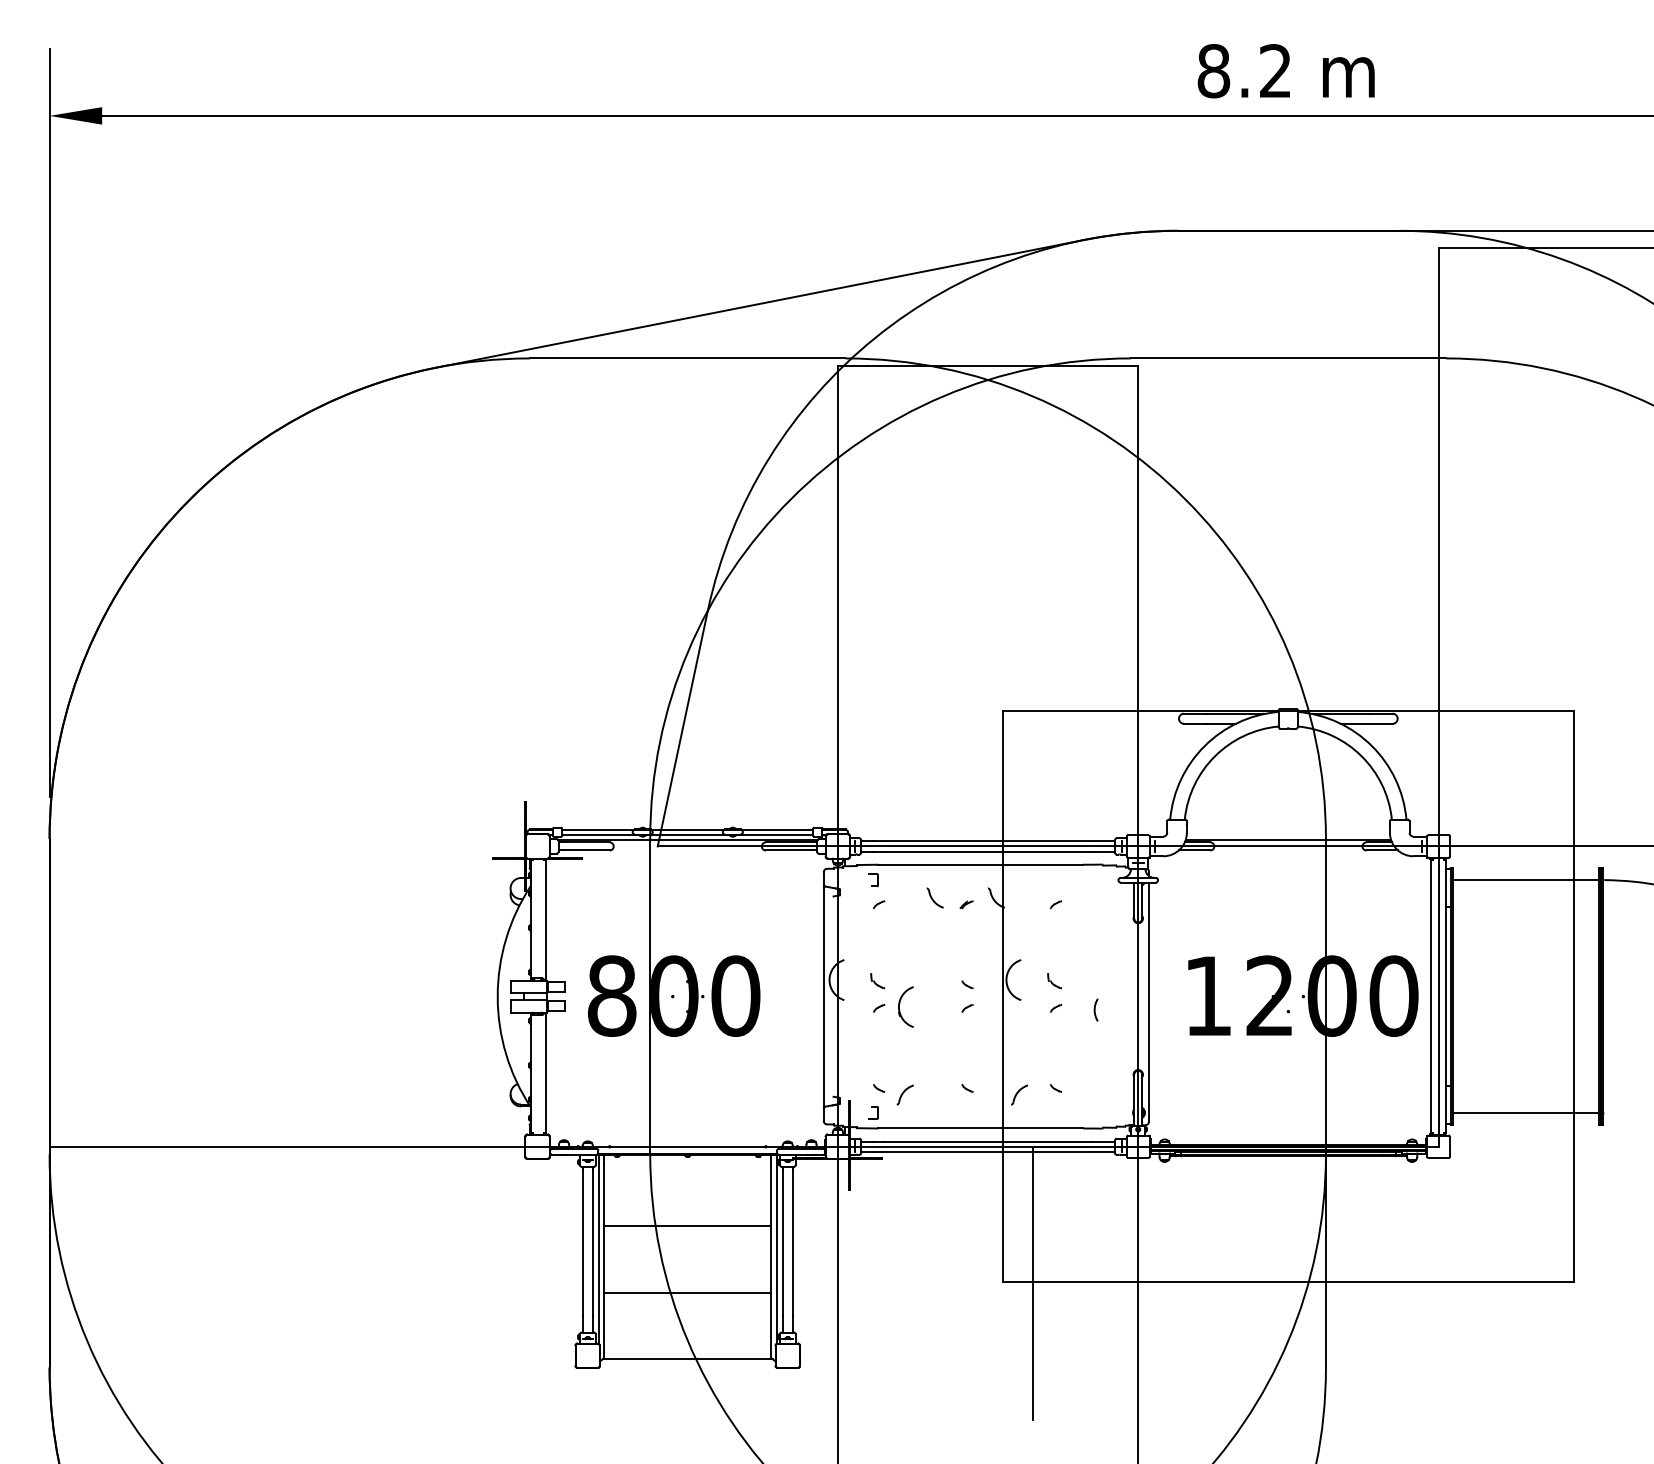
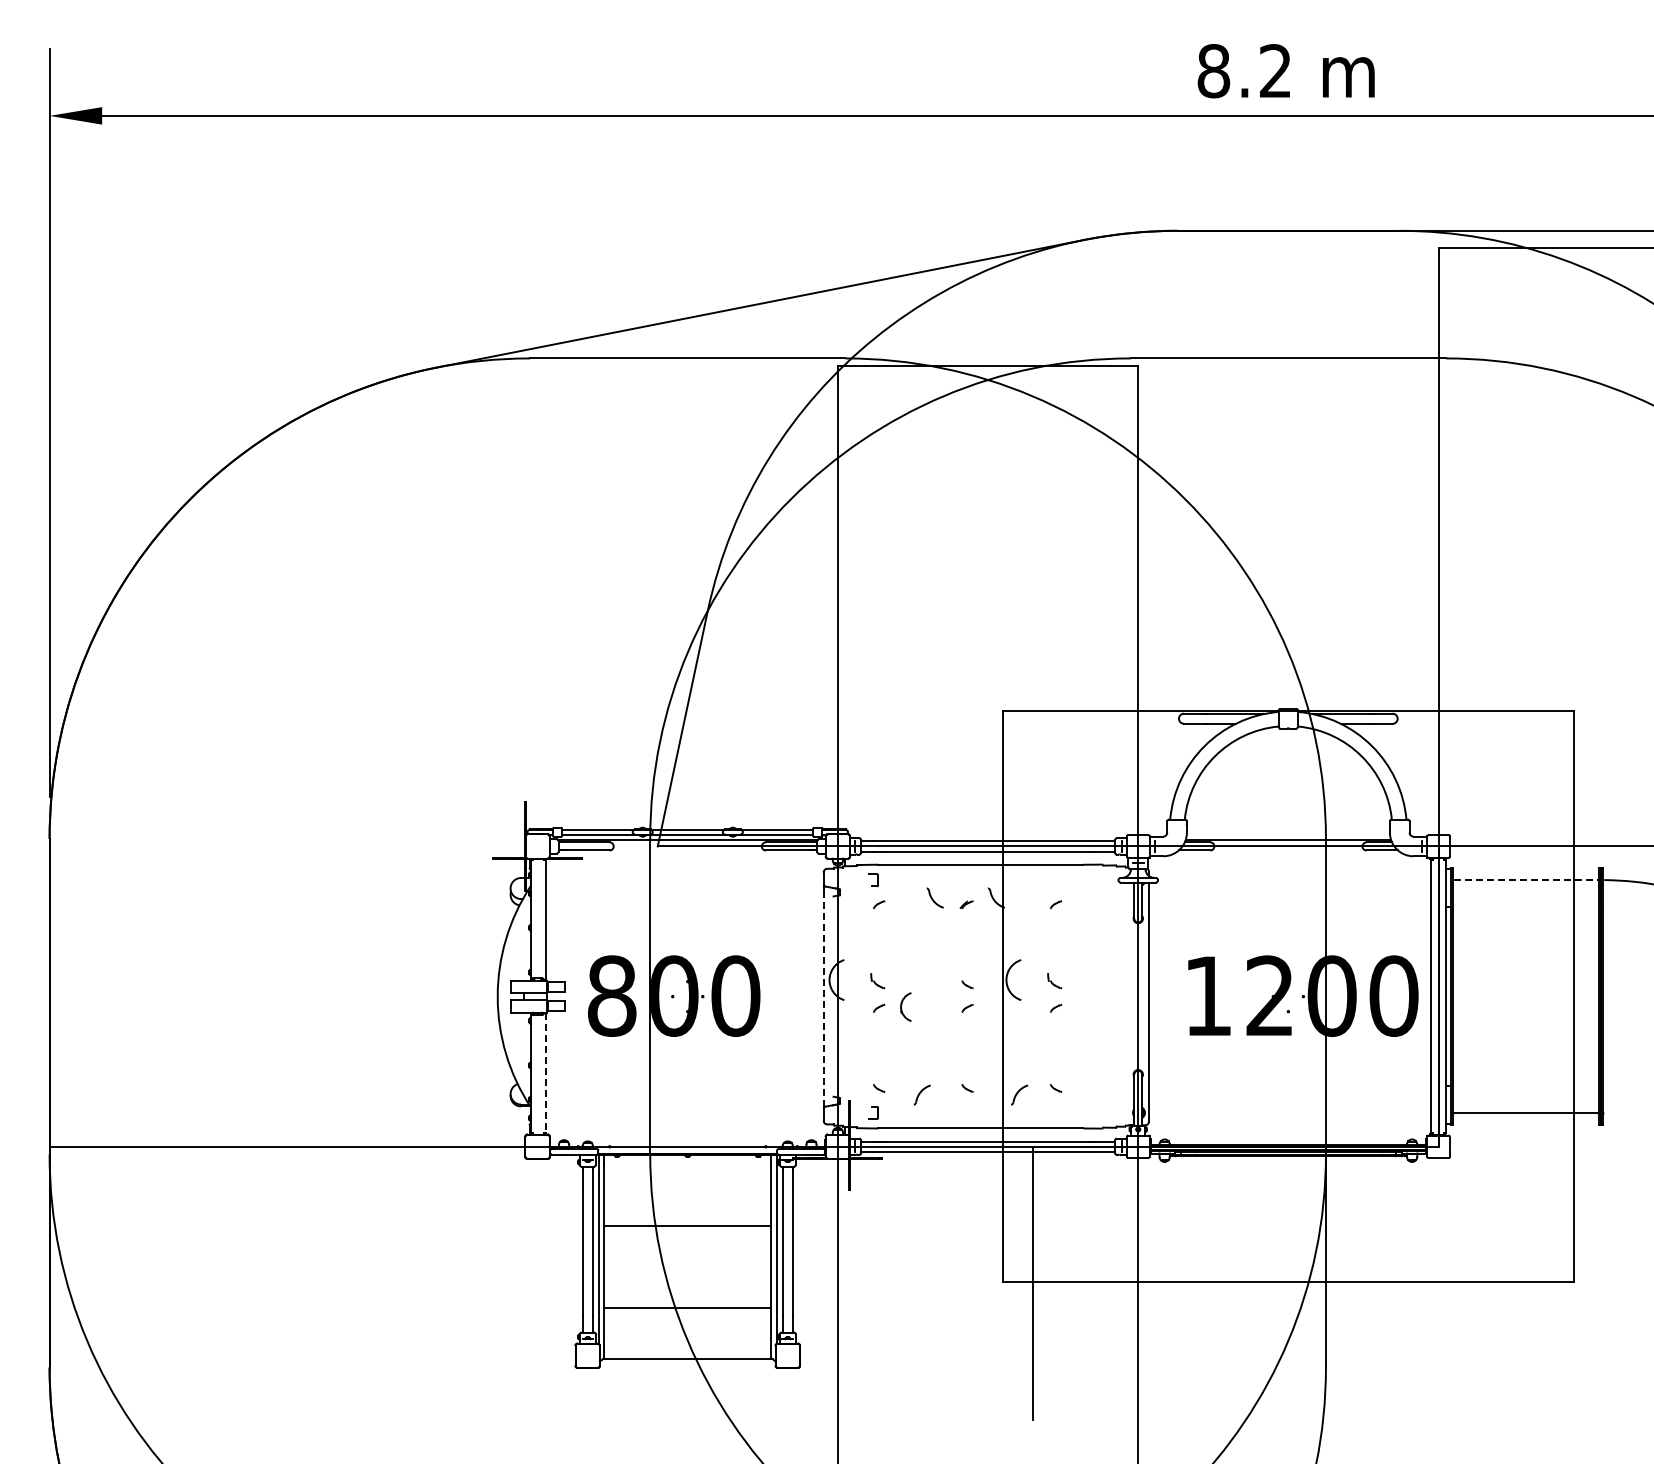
line at (1525, 880): solid -> dashed
line at (823, 997): solid -> dashed
part at (905, 1006) size: 16x42 px -> 12x30 px
arc at (1095, 1009): present -> none
line at (546, 1073): solid -> dashed
part at (904, 1094) position: (904, 1094) -> (921, 1094)
line at (687, 1292) position: (687, 1292) -> (687, 1307)
